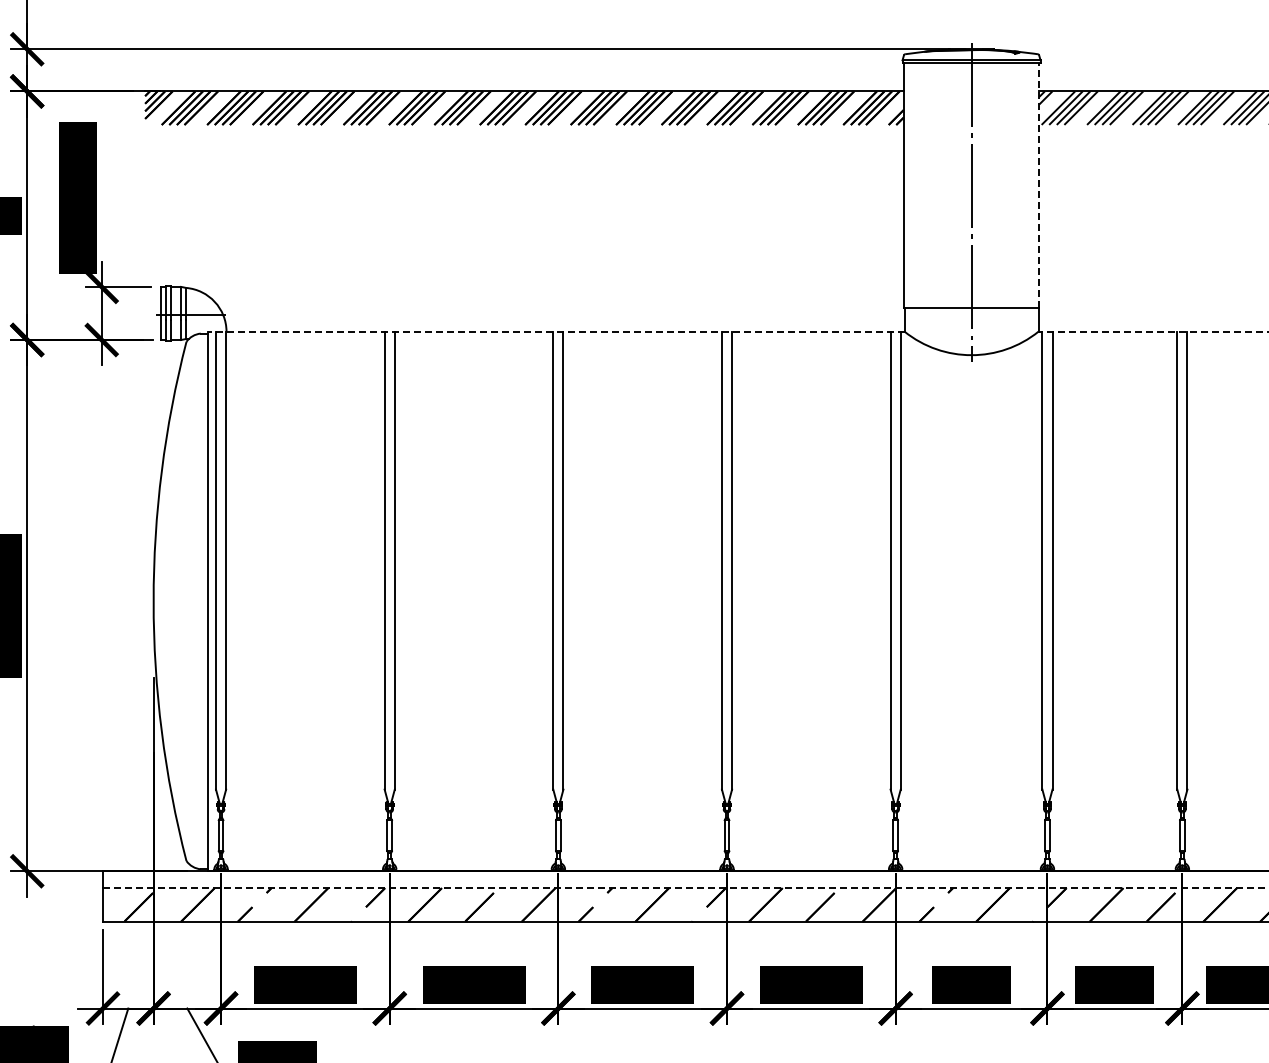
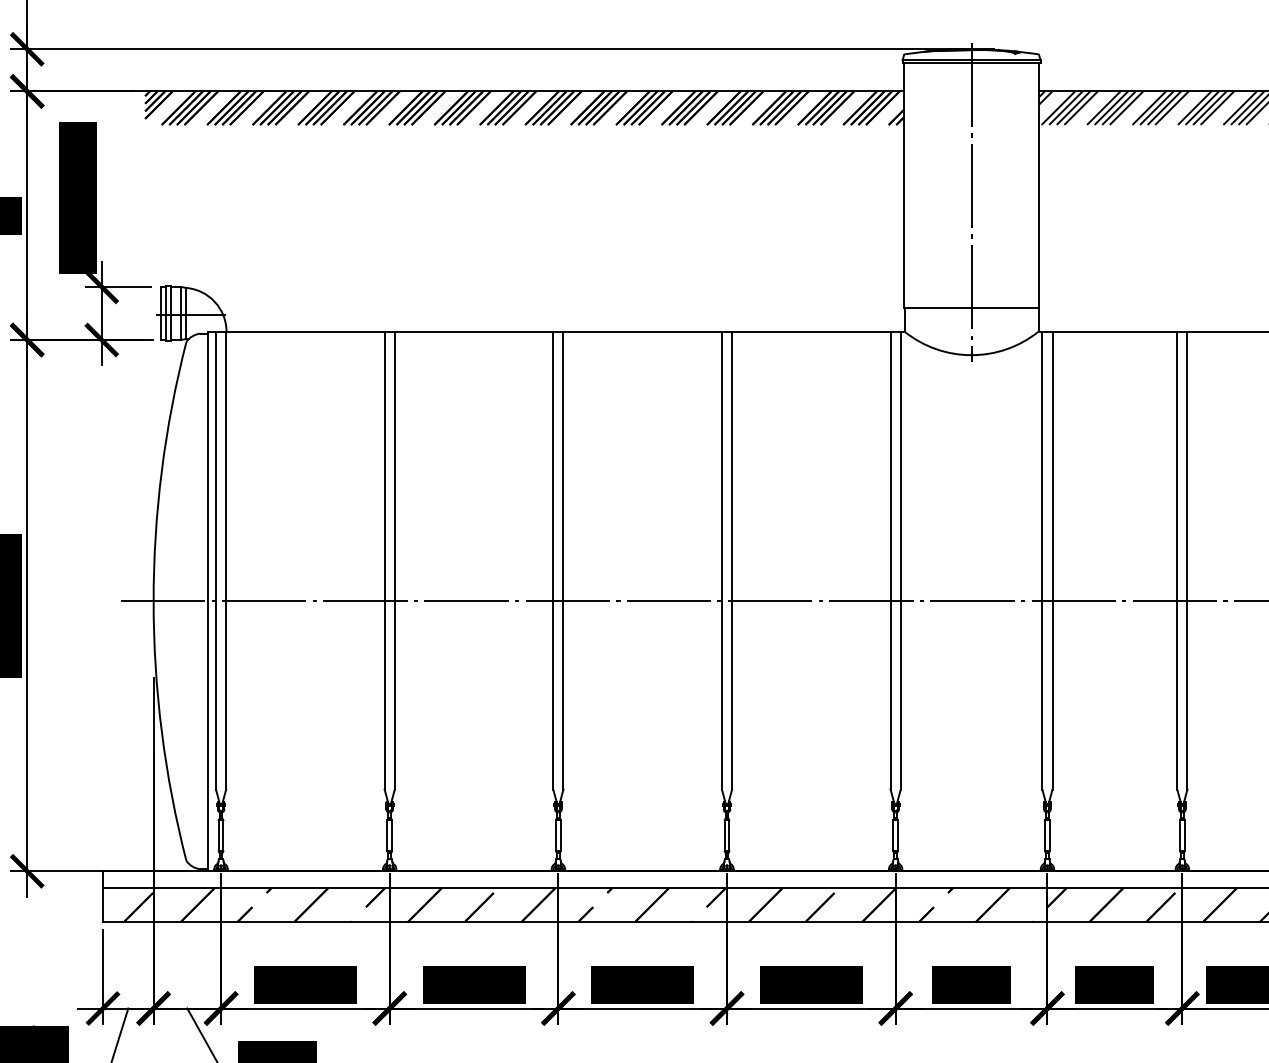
line at (1039, 184): dashed -> solid
line at (555, 331): dashed -> solid
line at (1153, 331): dashed -> solid
line at (692, 601): none -> present
line at (685, 888): dashed -> solid
